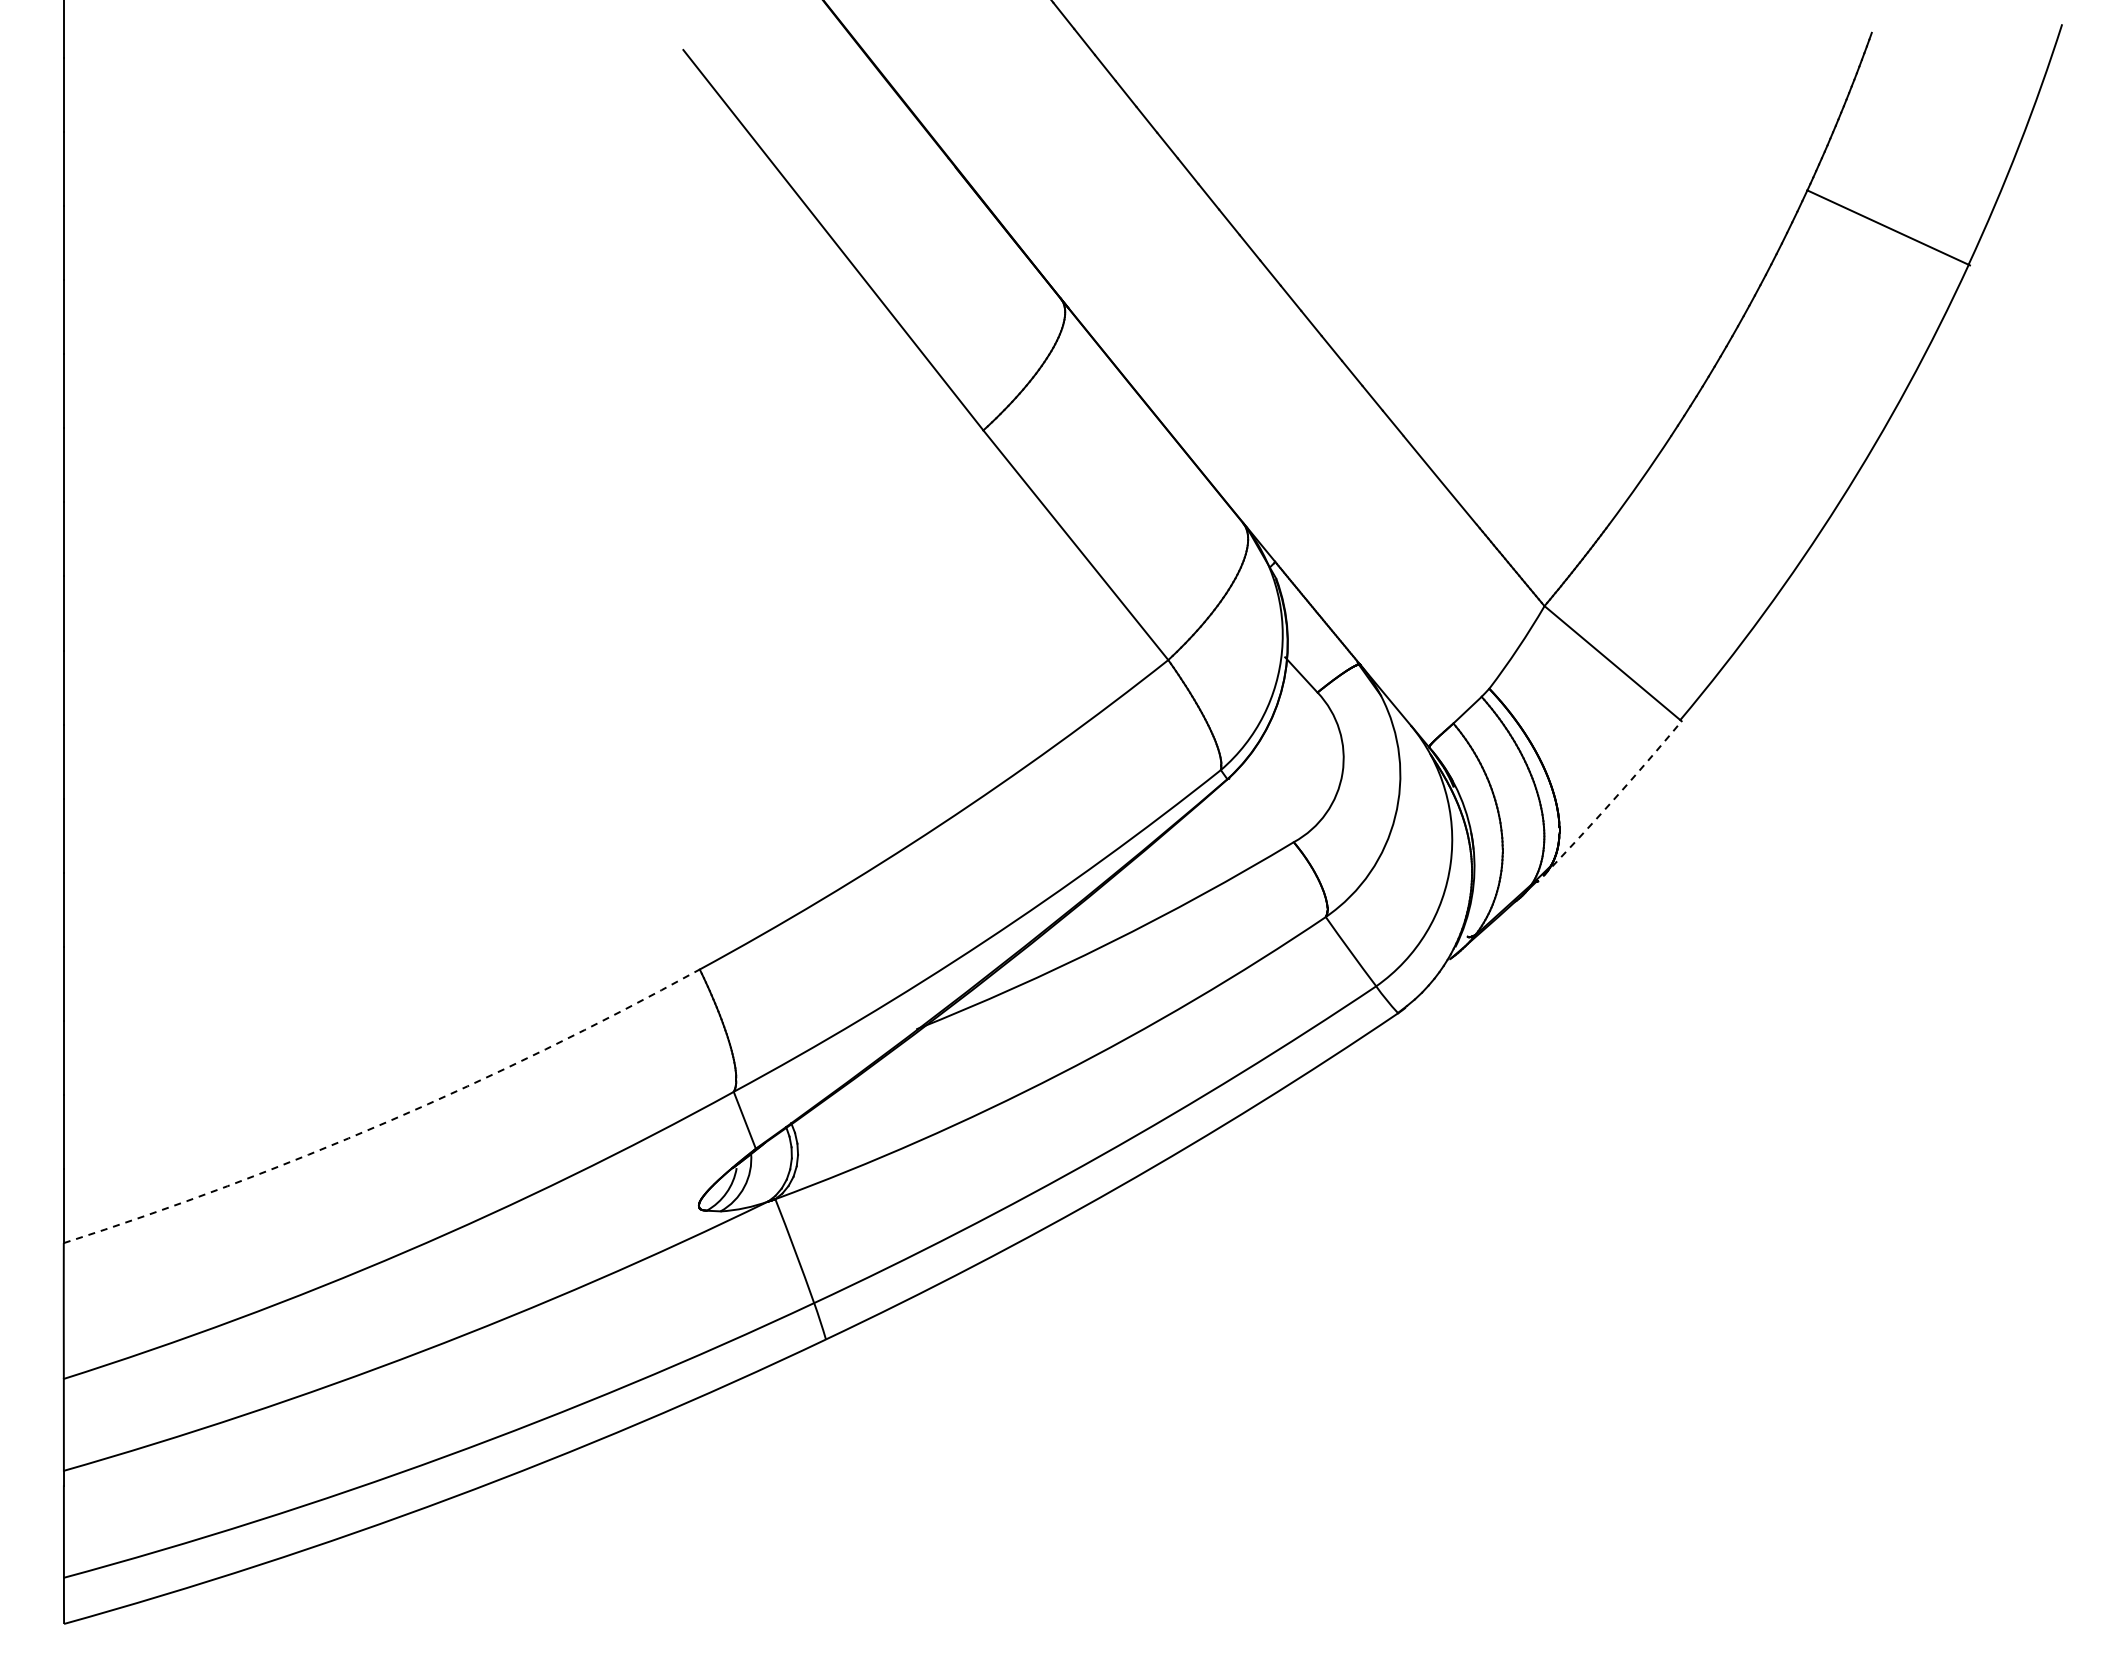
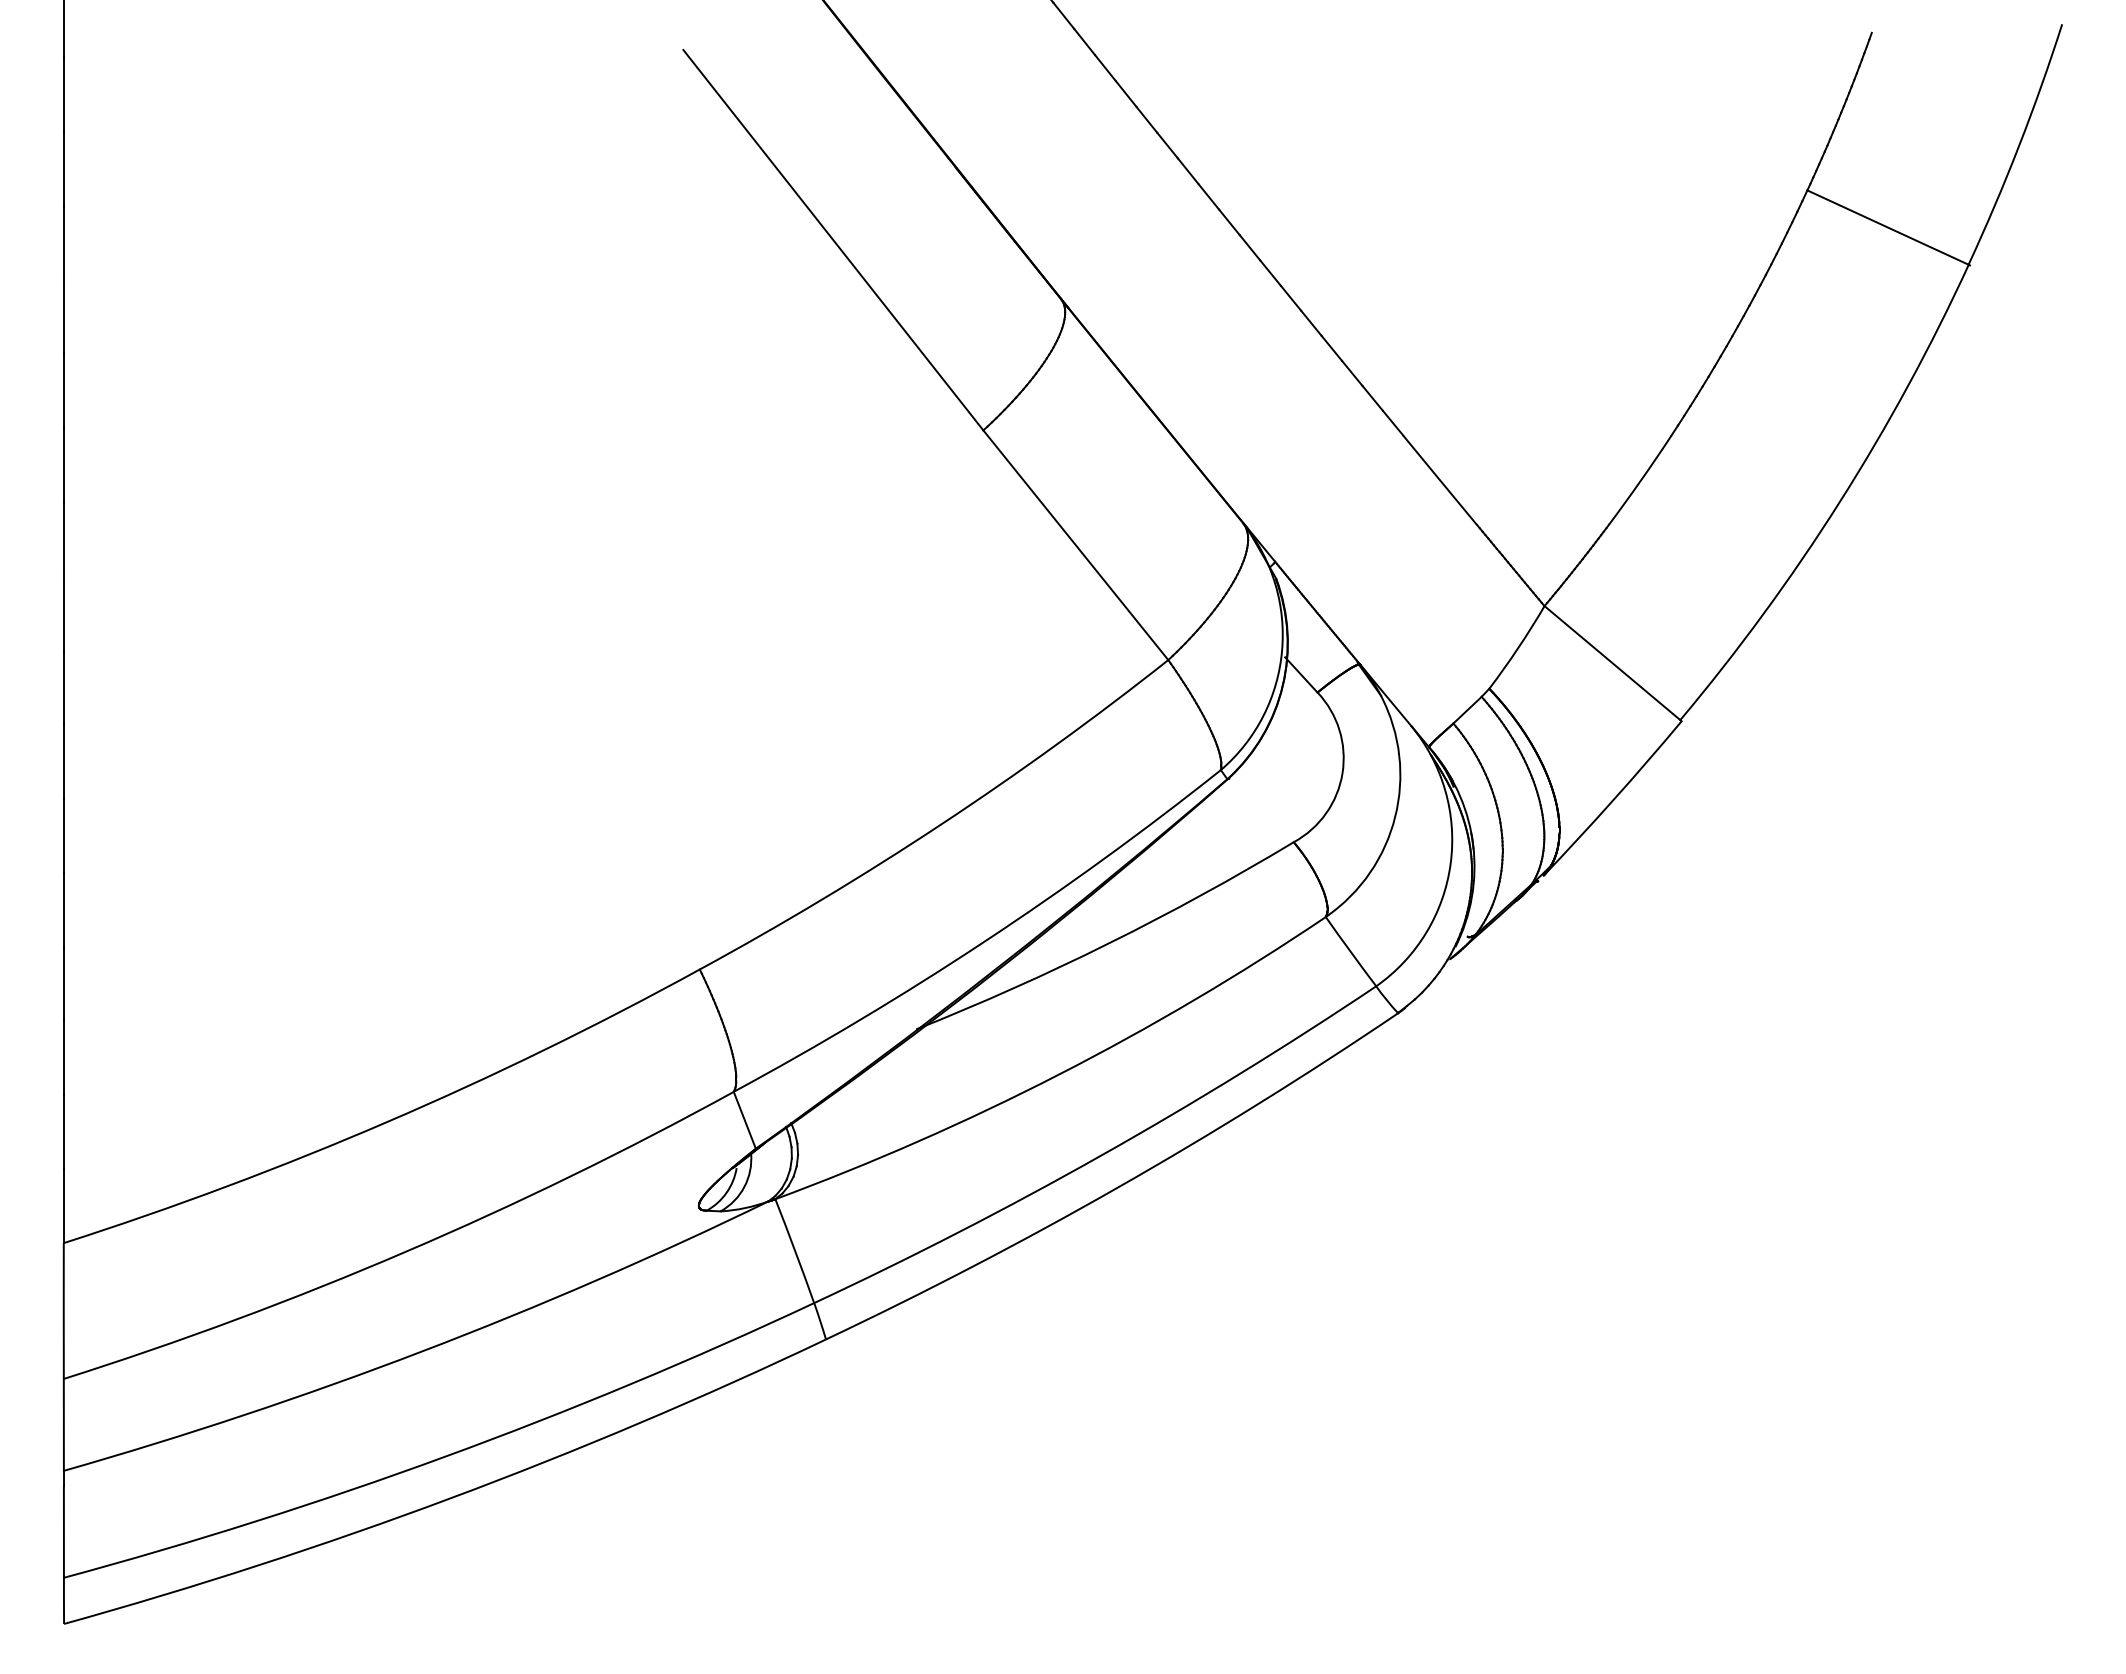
arc at (1613, 799): dashed -> solid
arc at (388, 1121): dashed -> solid
